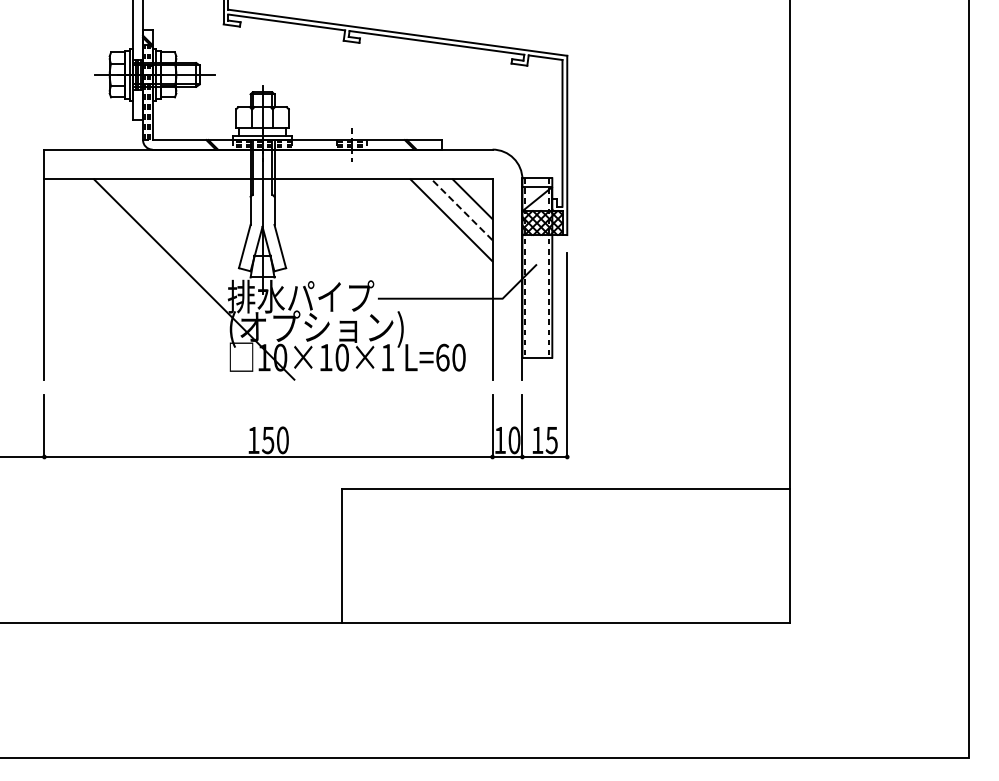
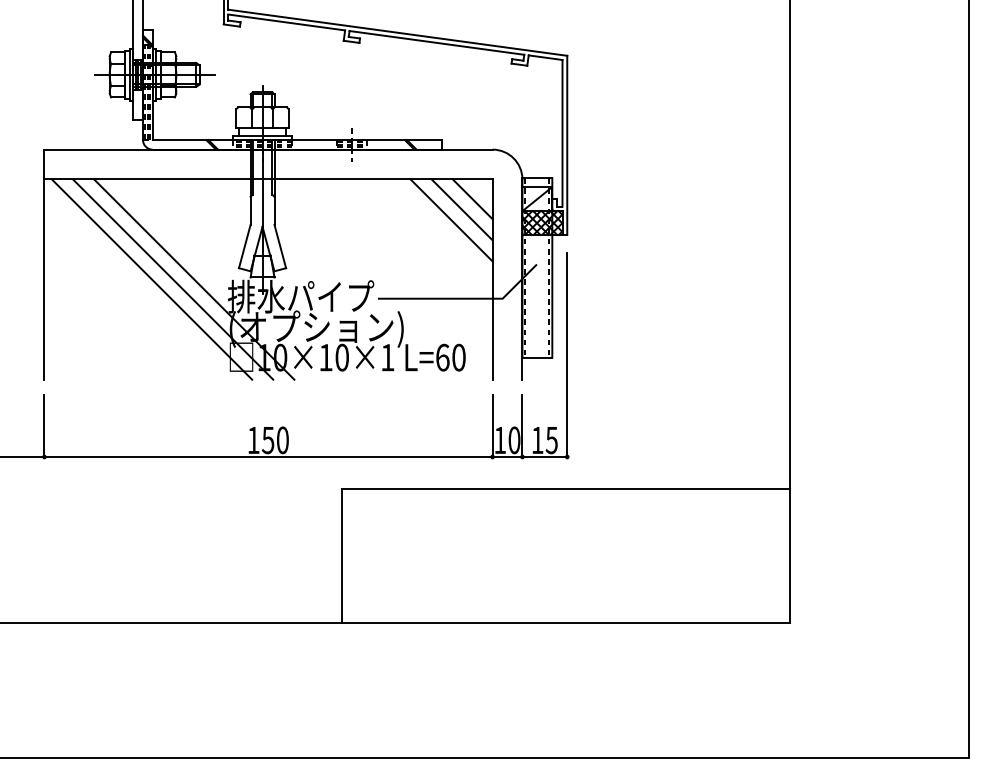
line at (462, 209): dashed -> solid
line at (151, 279): none -> present
line at (173, 279): none -> present
